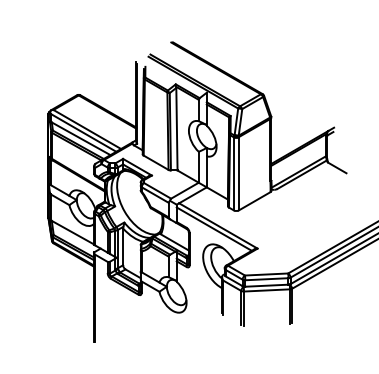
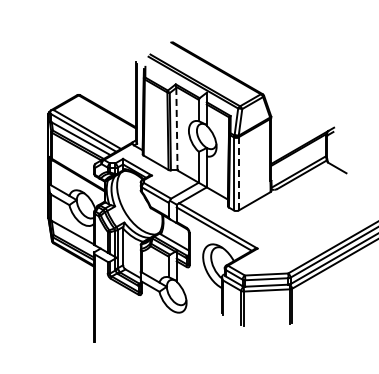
line at (176, 129): solid -> dashed
line at (238, 173): solid -> dashed
